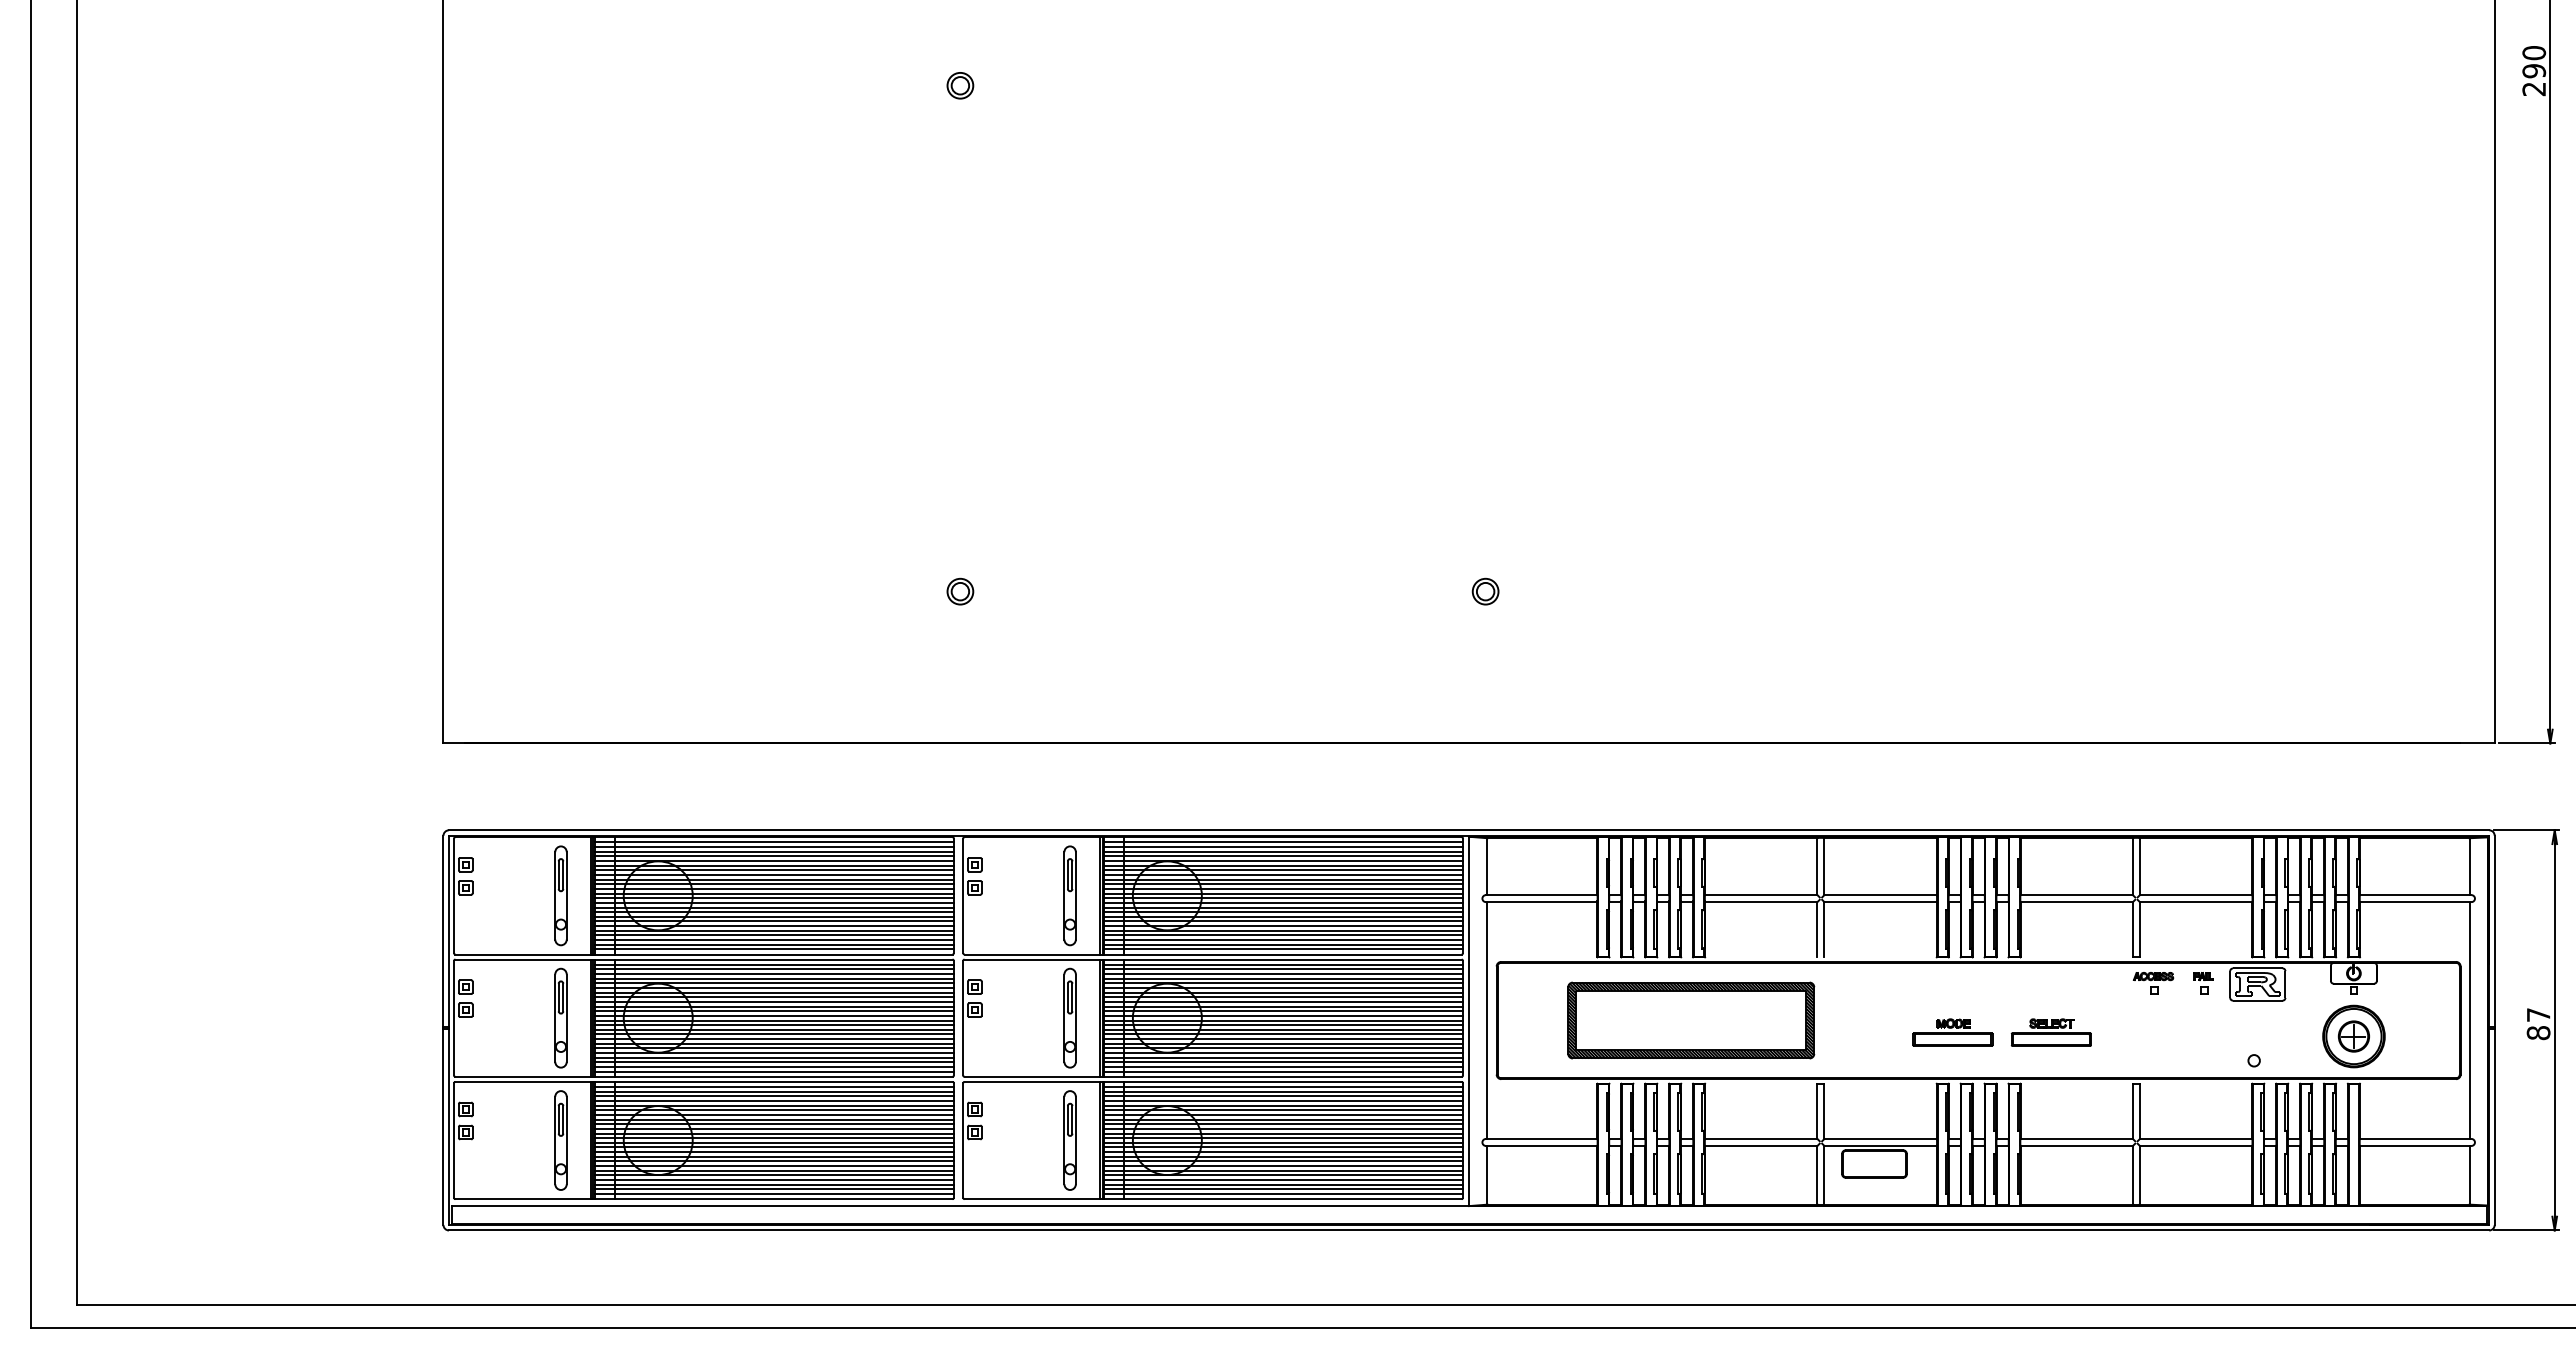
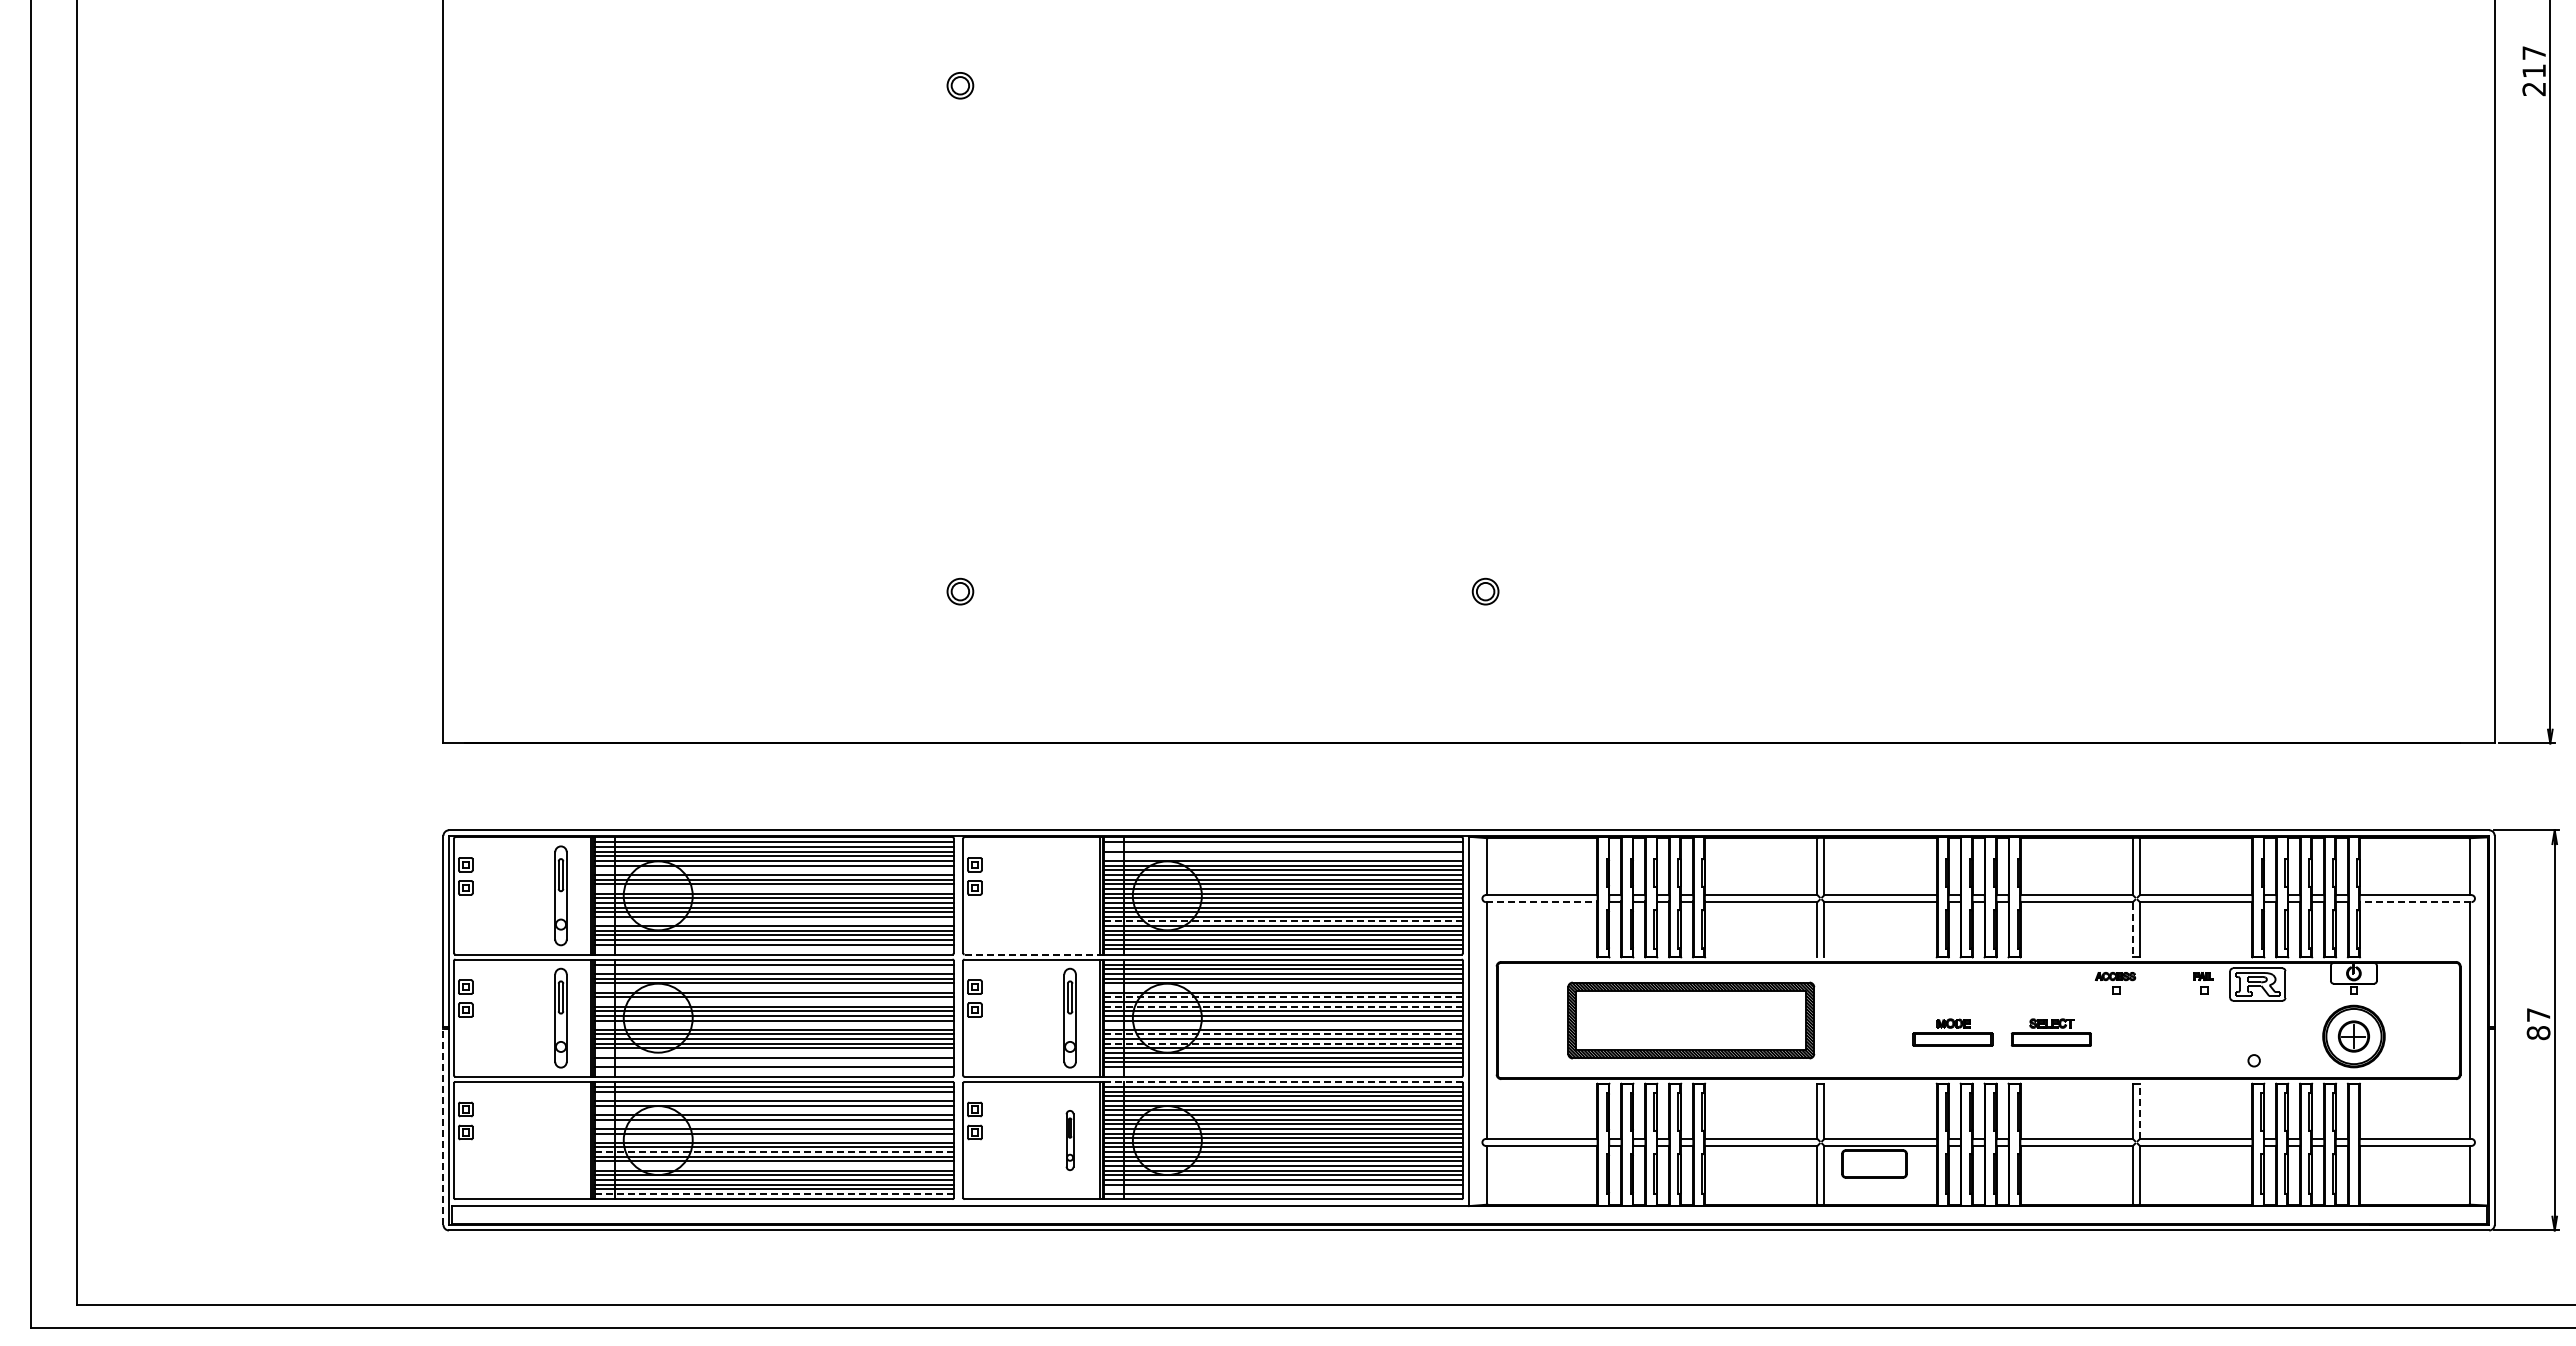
text at (2534, 62): 290 -> 217
line at (1283, 847): present -> none
line at (1283, 856): present -> none
line at (774, 870): present -> none
line at (774, 888): present -> none
part at (1069, 895): present -> none
line at (1541, 902): solid -> dashed
line at (2415, 902): solid -> dashed
line at (774, 921): present -> none
line at (1284, 921): solid -> dashed
line at (2132, 930): solid -> dashed
line at (774, 949): present -> none
line at (1034, 954): solid -> dashed
line at (774, 969): present -> none
part at (2153, 983) position: (2153, 983) -> (2115, 983)
line at (774, 987): present -> none
line at (1283, 987): present -> none
line at (1284, 997): solid -> dashed
line at (774, 1001): present -> none
line at (1284, 1006): solid -> dashed
line at (774, 1025): present -> none
line at (1283, 1025): present -> none
line at (1284, 1034): solid -> dashed
line at (1284, 1043): solid -> dashed
line at (774, 1052): present -> none
line at (774, 1062): present -> none
line at (774, 1071): present -> none
line at (1283, 1071): present -> none
line at (1282, 1081): solid -> dashed
line at (774, 1096): present -> none
line at (774, 1110): present -> none
line at (2139, 1110): solid -> dashed
line at (774, 1124): present -> none
line at (443, 1126): solid -> dashed
line at (774, 1138): present -> none
part at (560, 1140): present -> none
part at (1069, 1140) size: 14x101 px -> 10x62 px
line at (774, 1152): solid -> dashed
line at (774, 1166): present -> none
line at (1283, 1189): present -> none
line at (774, 1193): solid -> dashed
